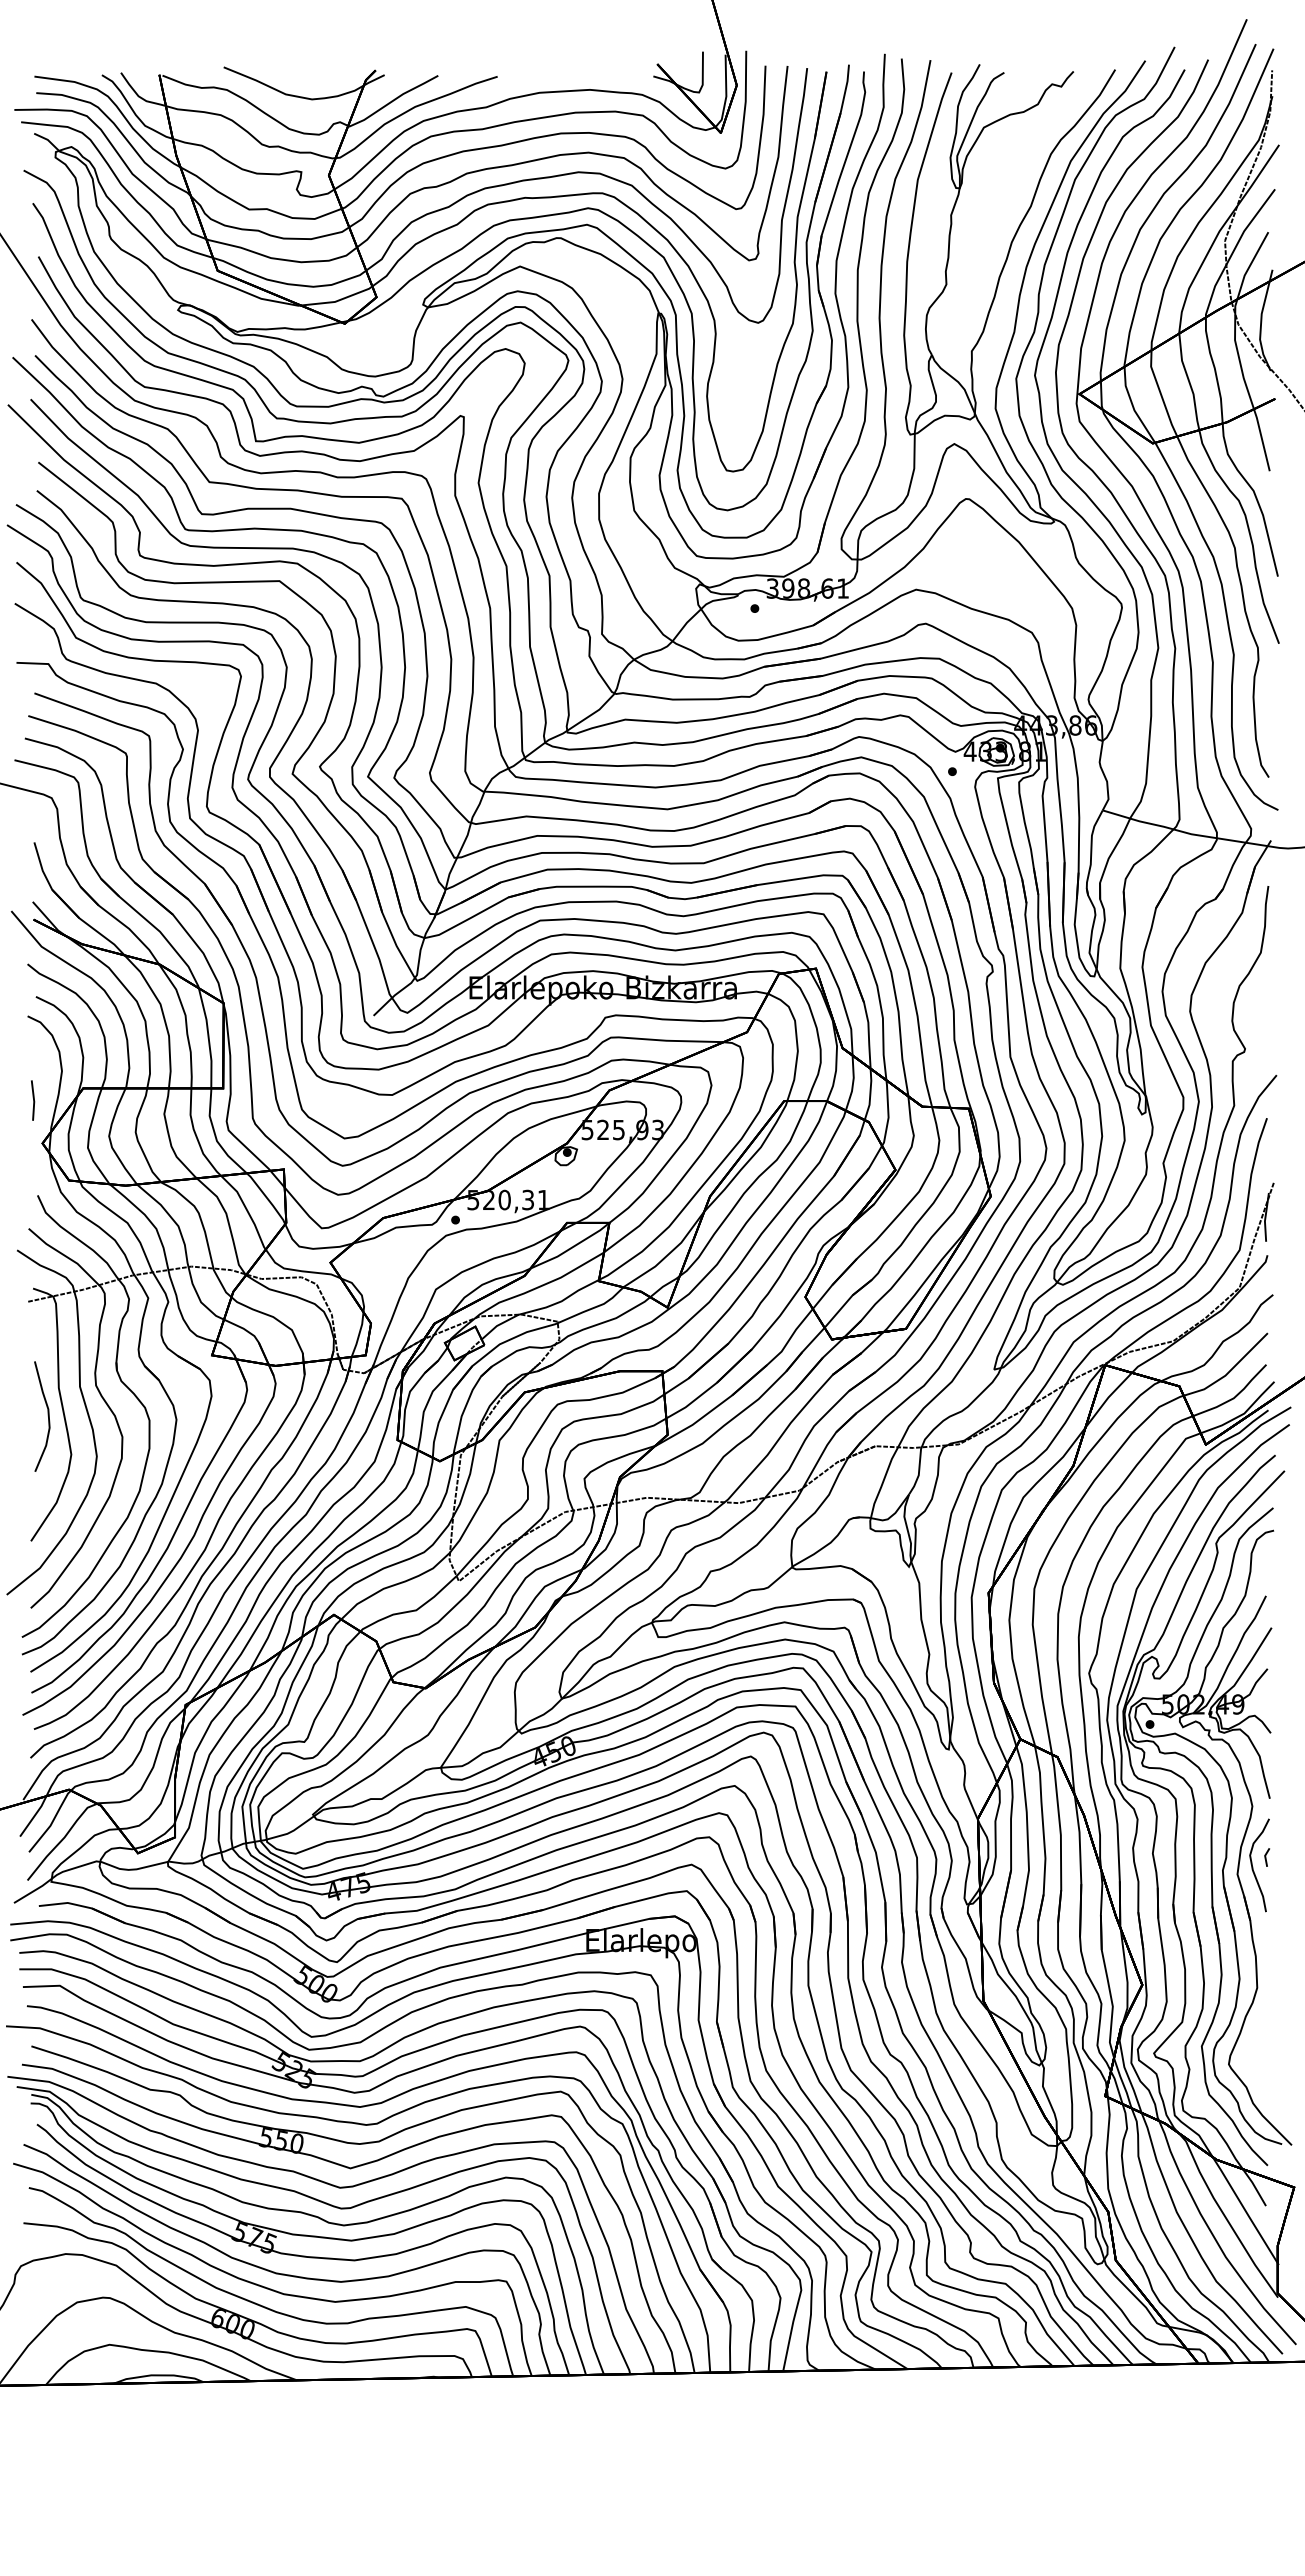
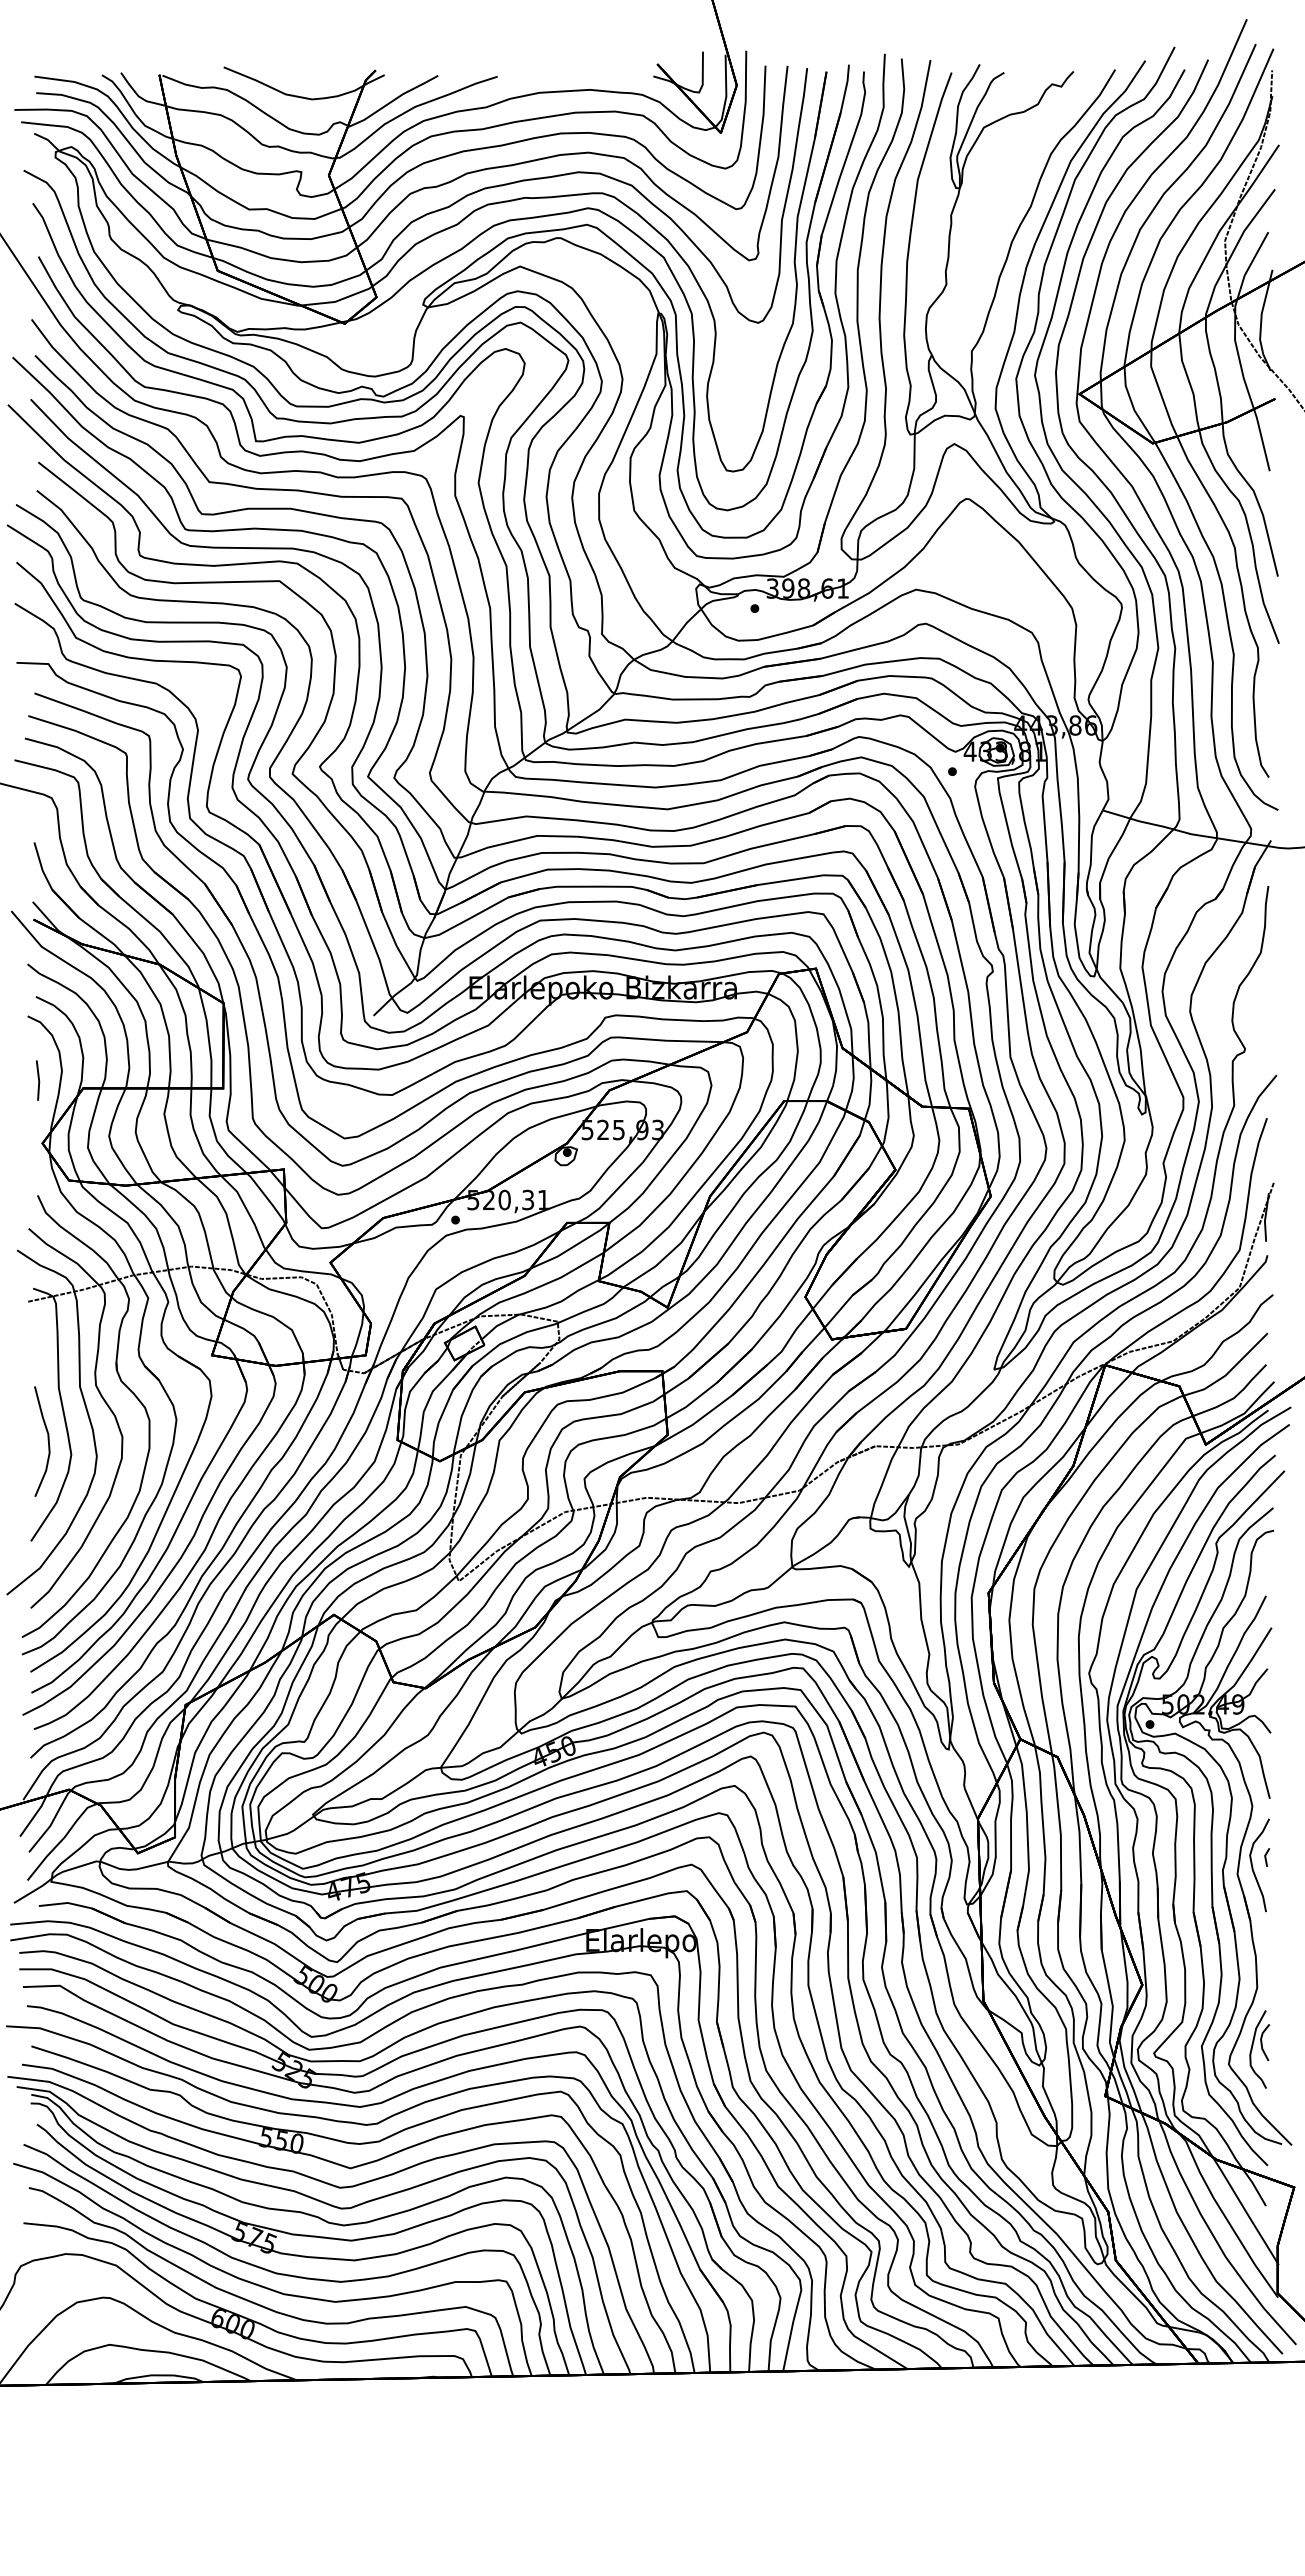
line at (33, 1100) position: (33, 1100) -> (38, 1080)
curve at (47, 1415) position: (47, 1415) -> (47, 1440)
part at (1259, 2049): none -> present
